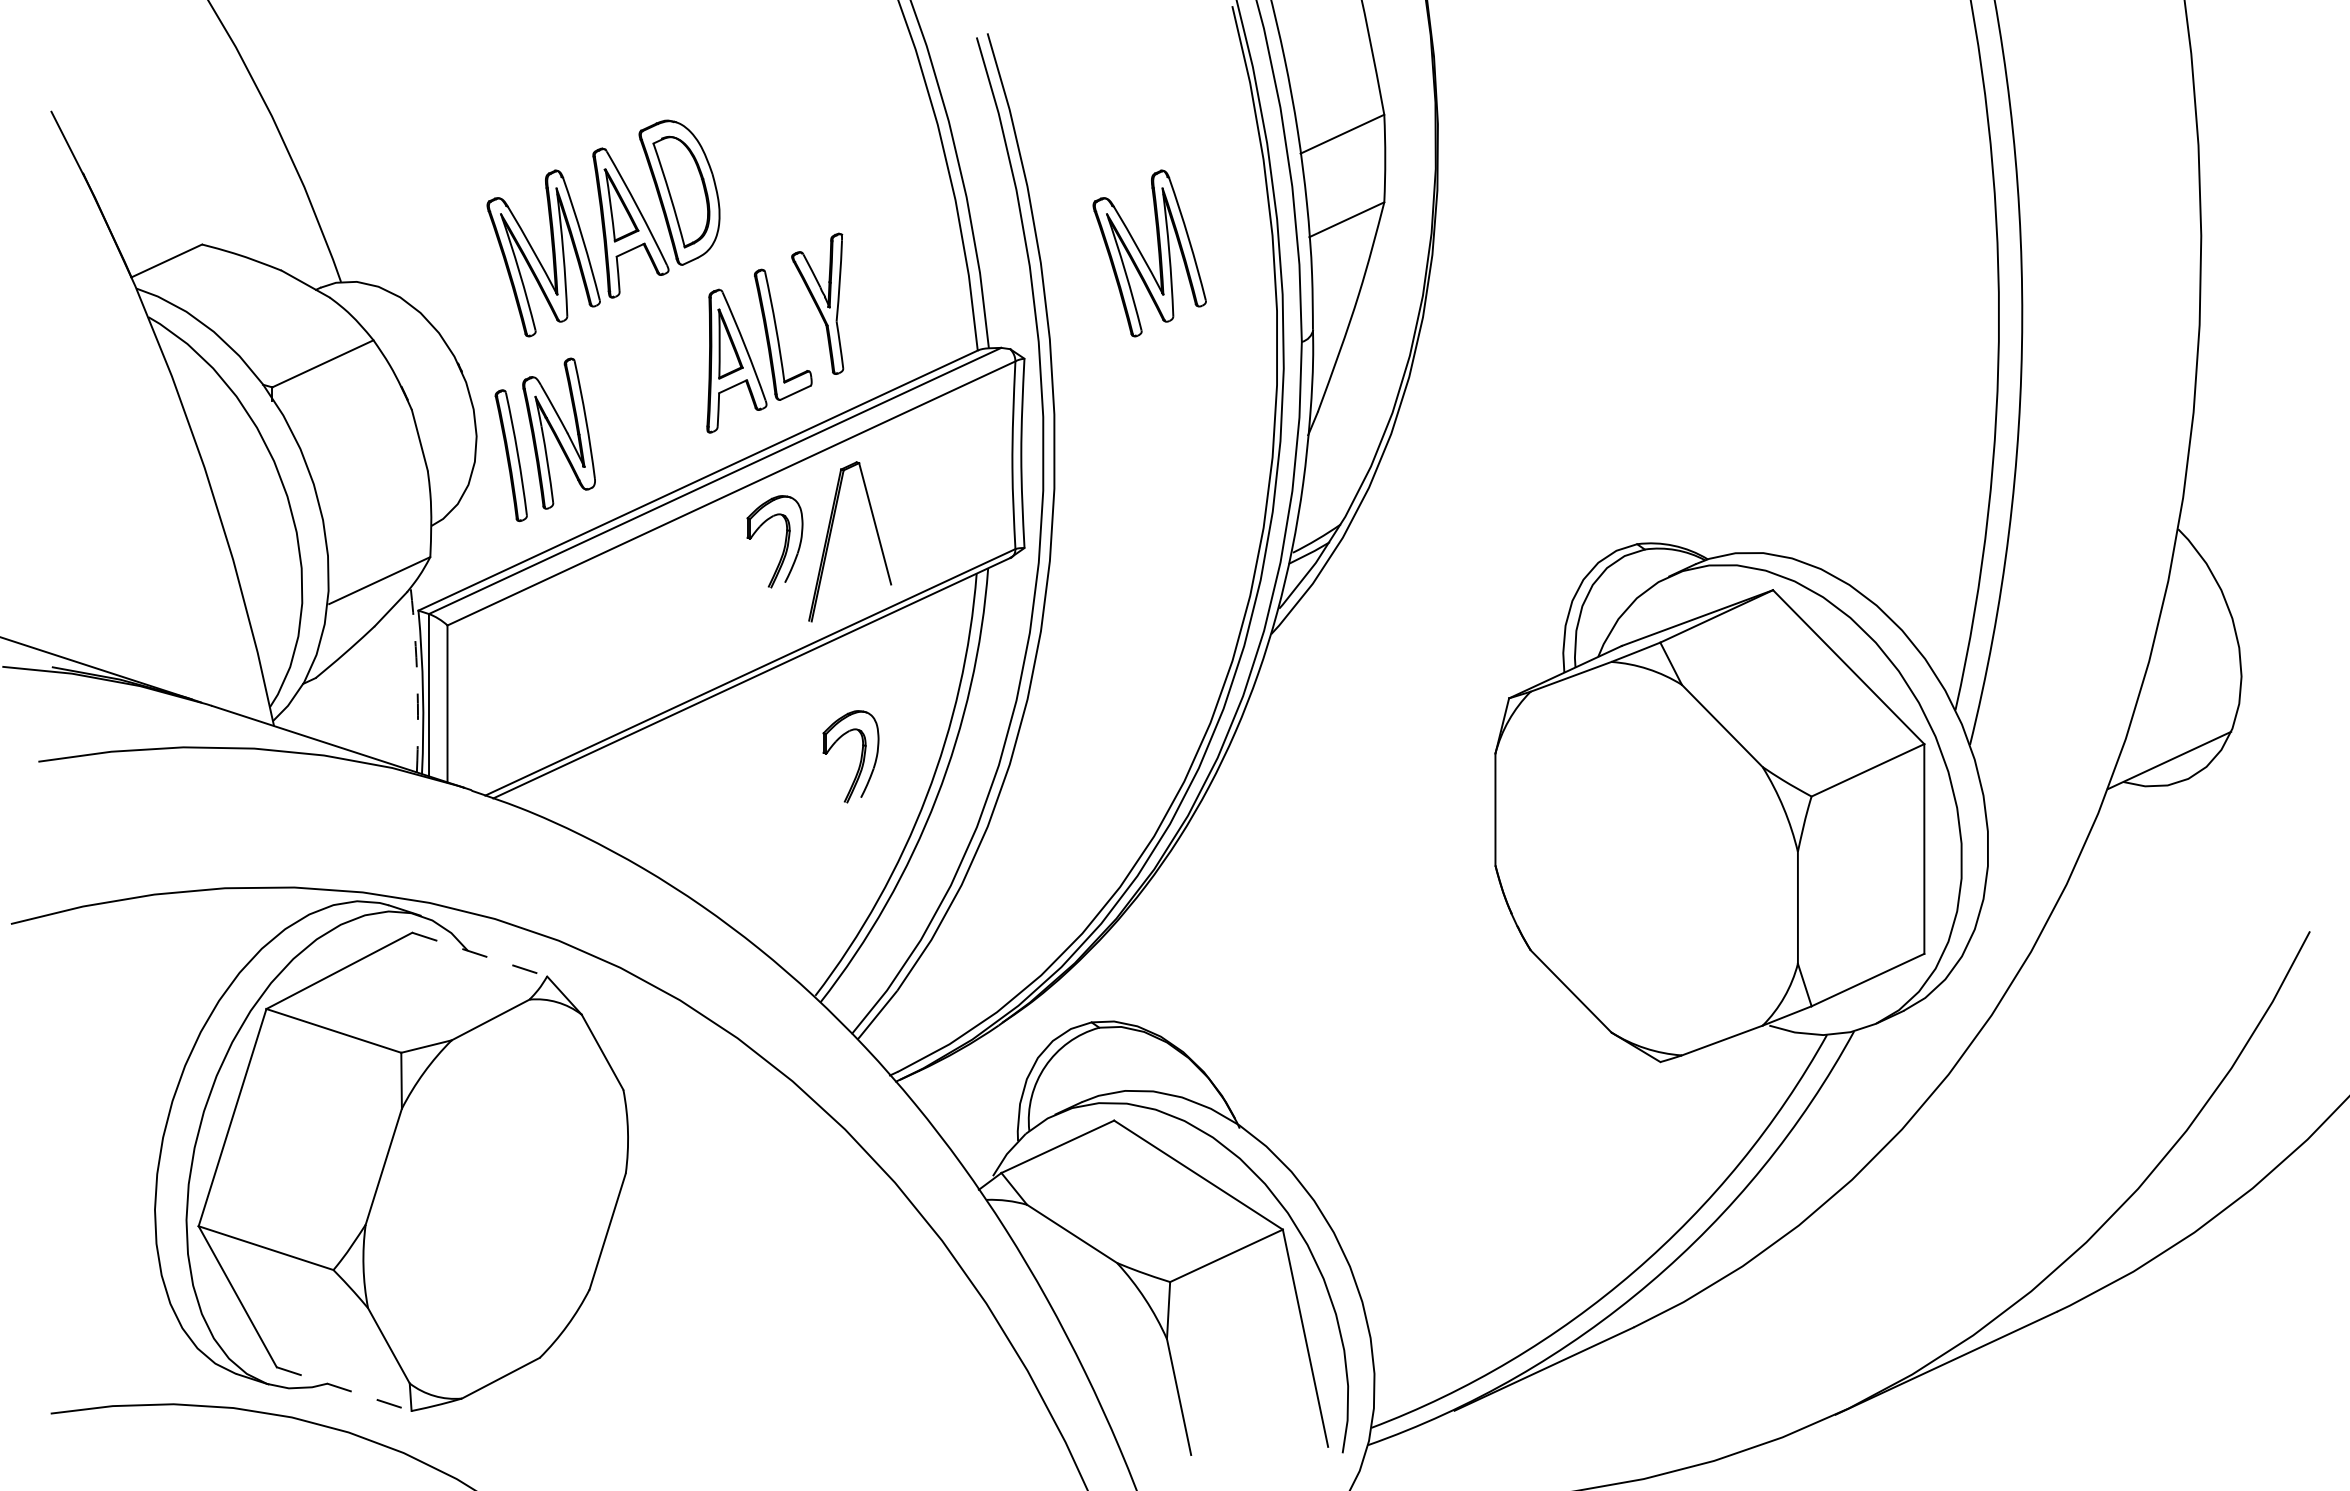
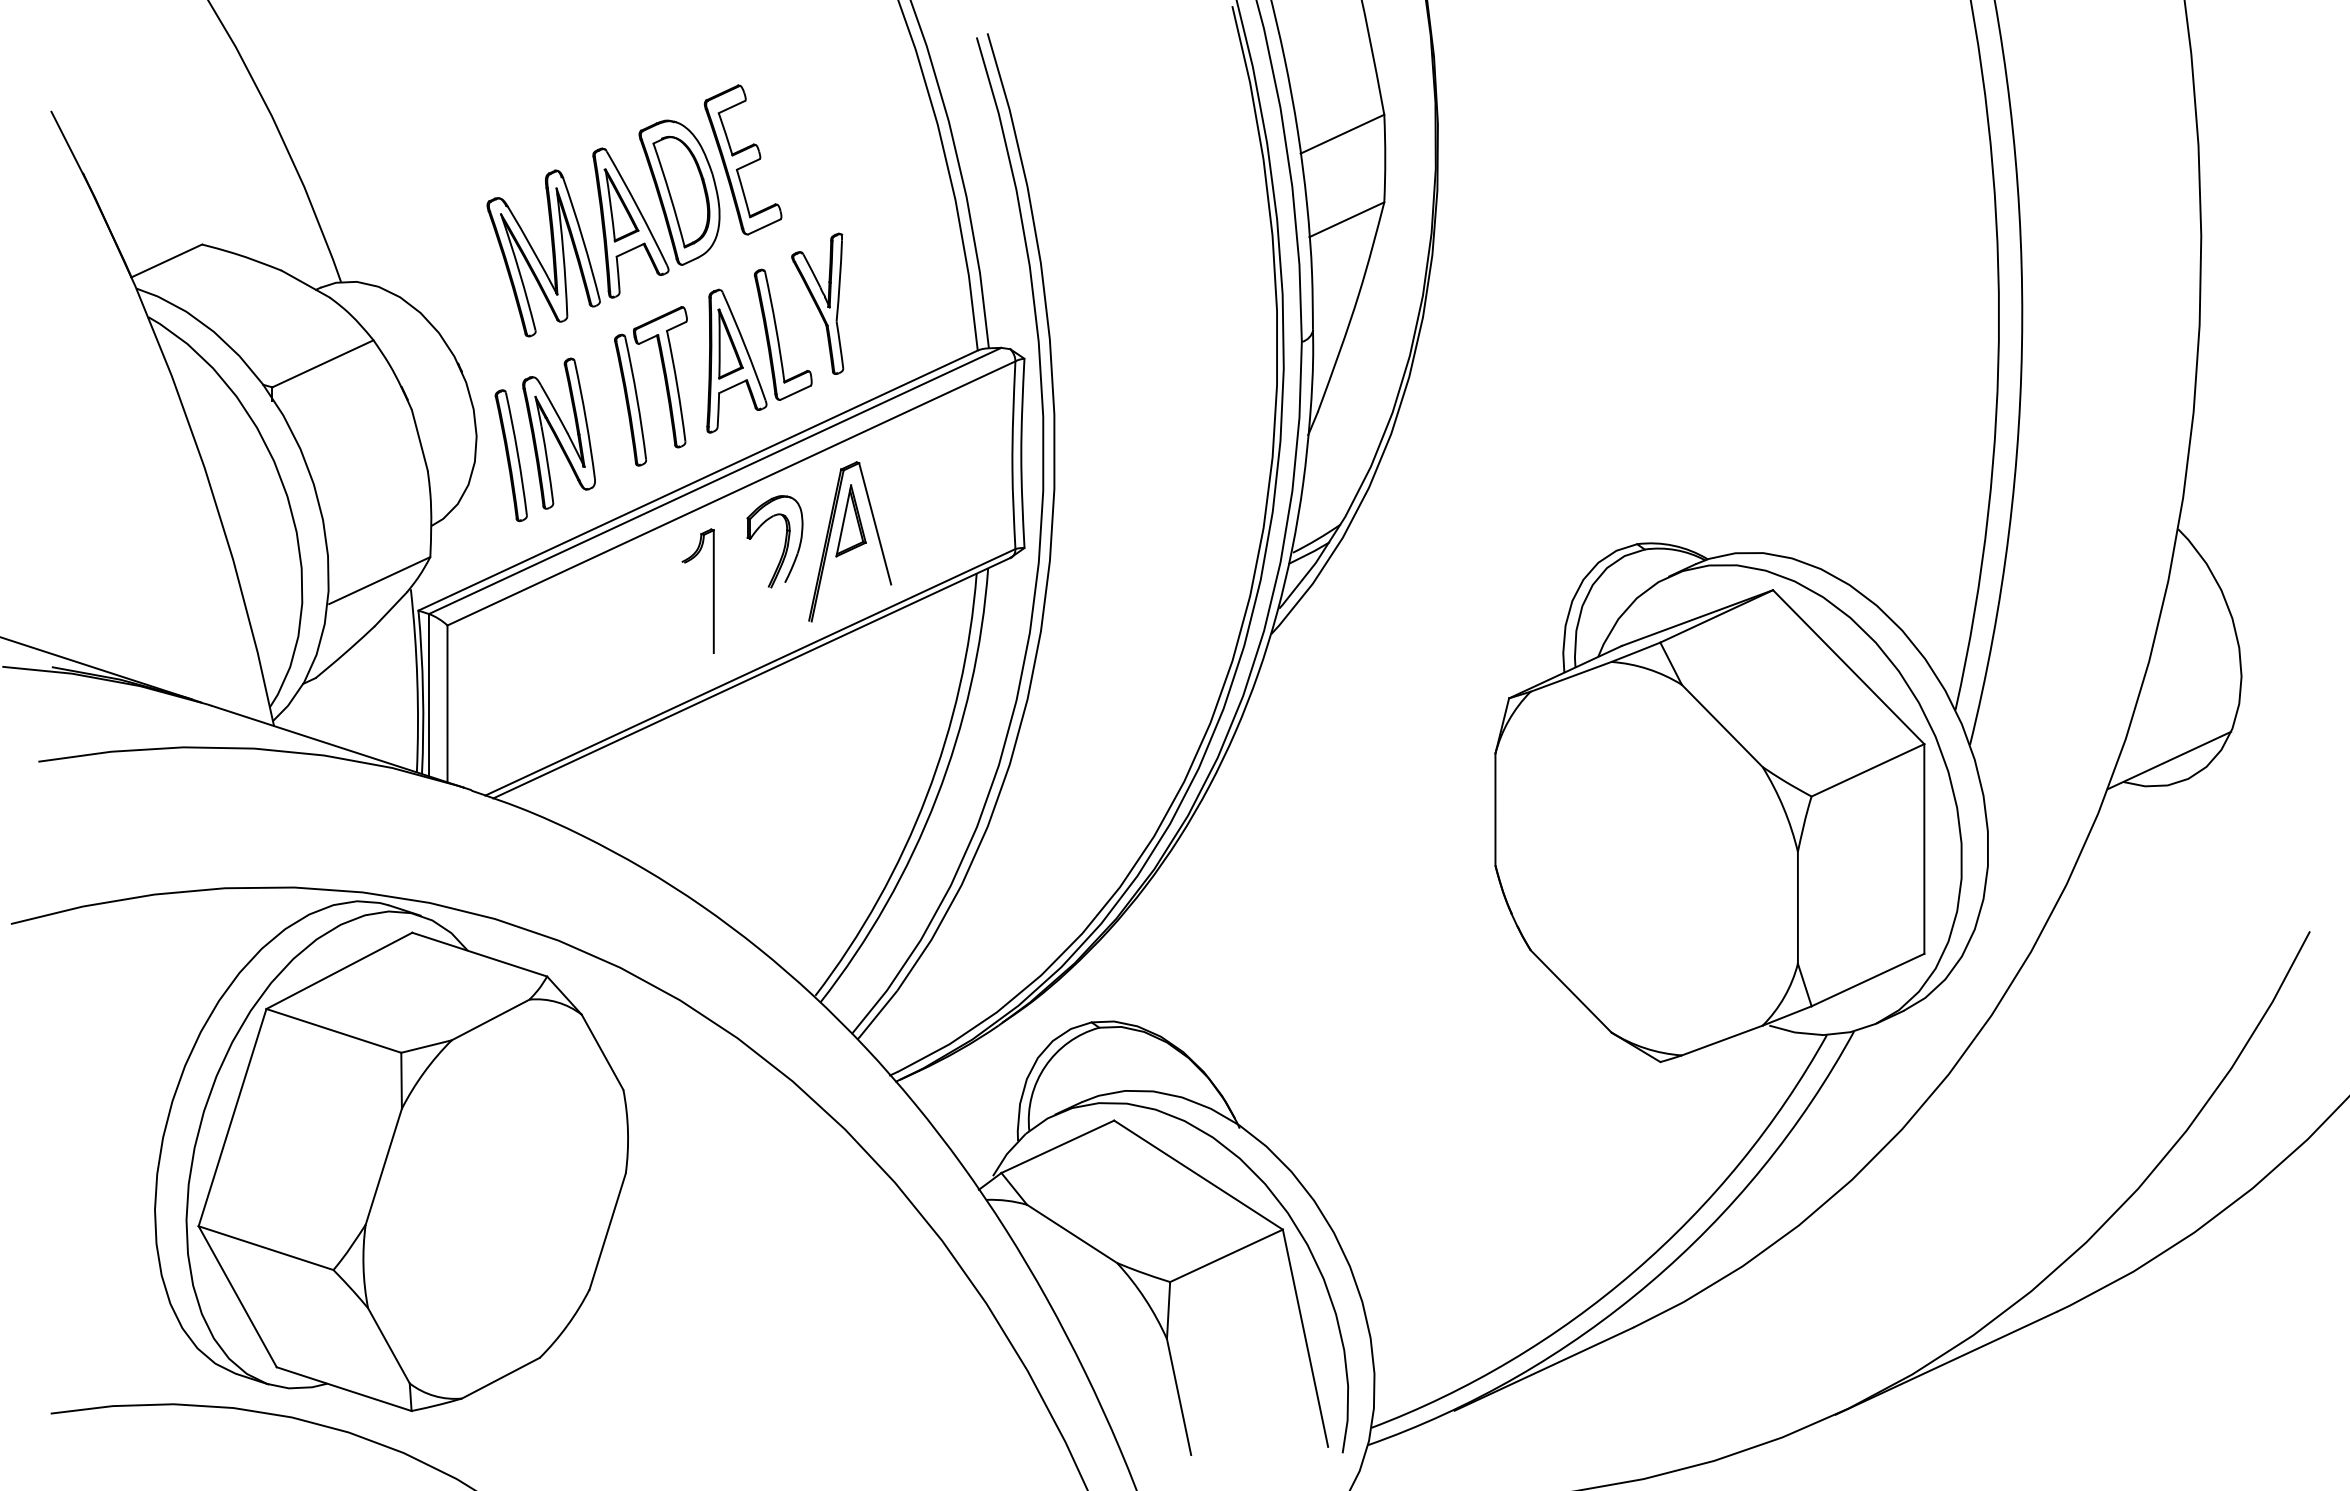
part at (742, 159): none -> present
part at (1144, 257): present -> none
part at (636, 387): none -> present
part at (850, 520): none -> present
part at (712, 590): none -> present
arc at (417, 680): dashed -> solid
part at (860, 756): present -> none
line at (479, 954): dashed -> solid
line at (344, 1389): dashed -> solid
